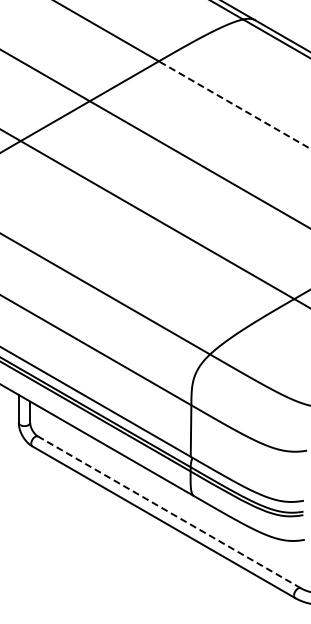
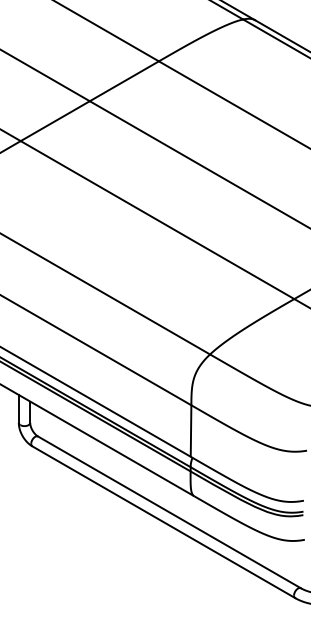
line at (234, 104): dashed -> solid
line at (169, 512): dashed -> solid
